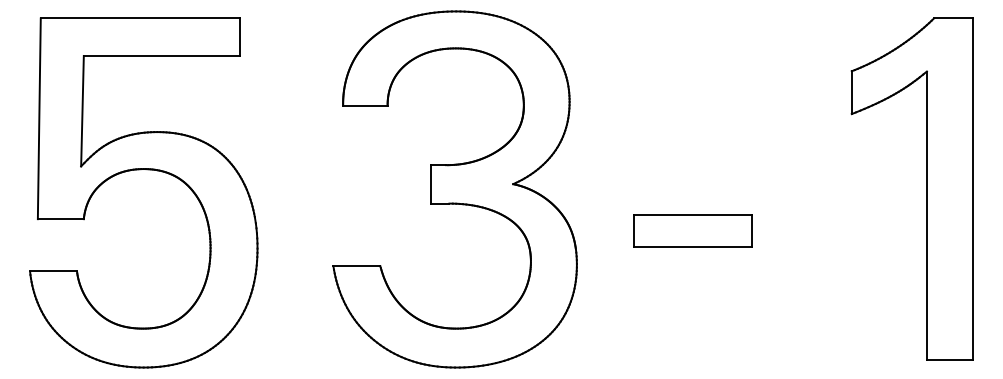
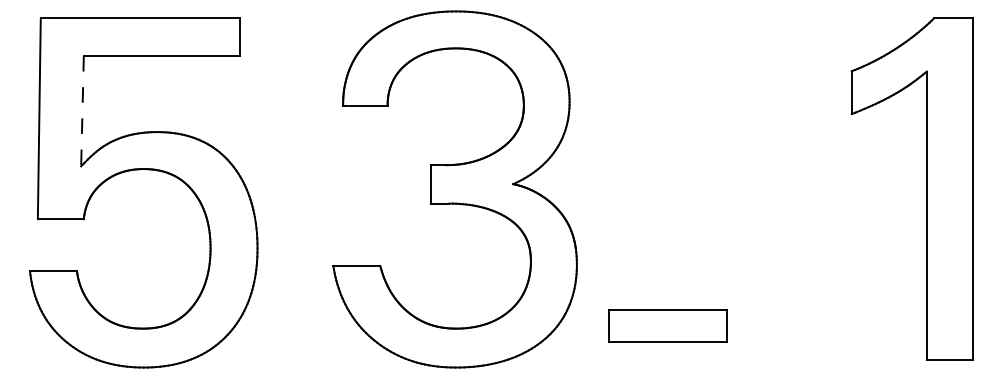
line at (82, 111): solid -> dashed
part at (692, 230) position: (692, 230) -> (667, 325)
